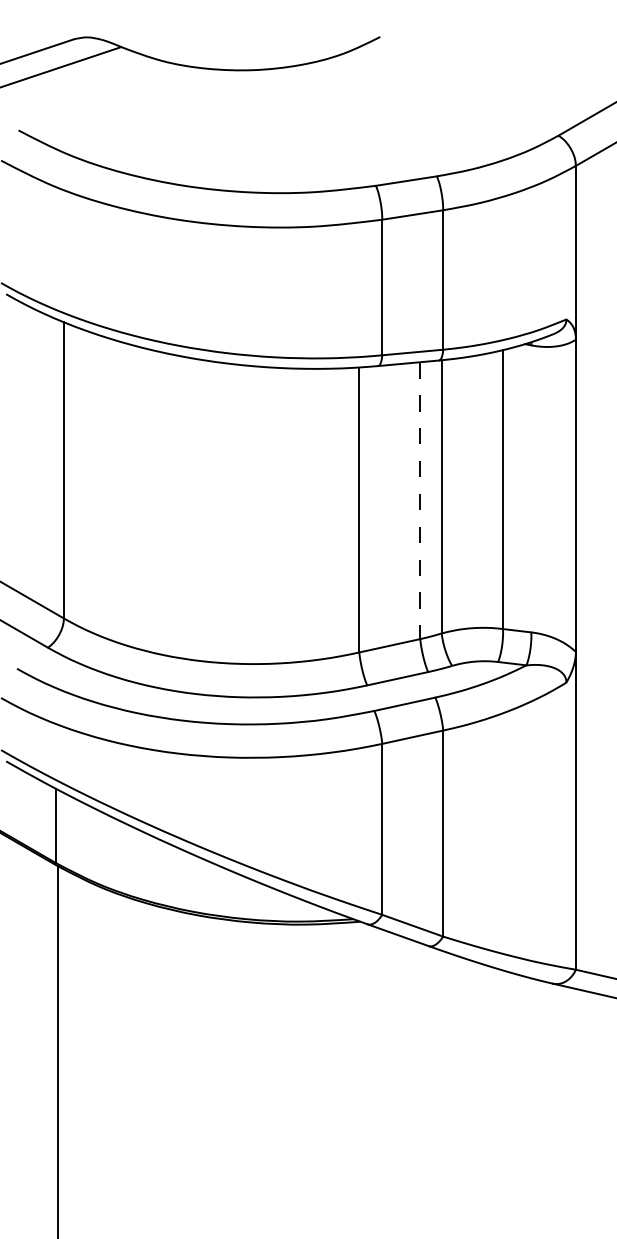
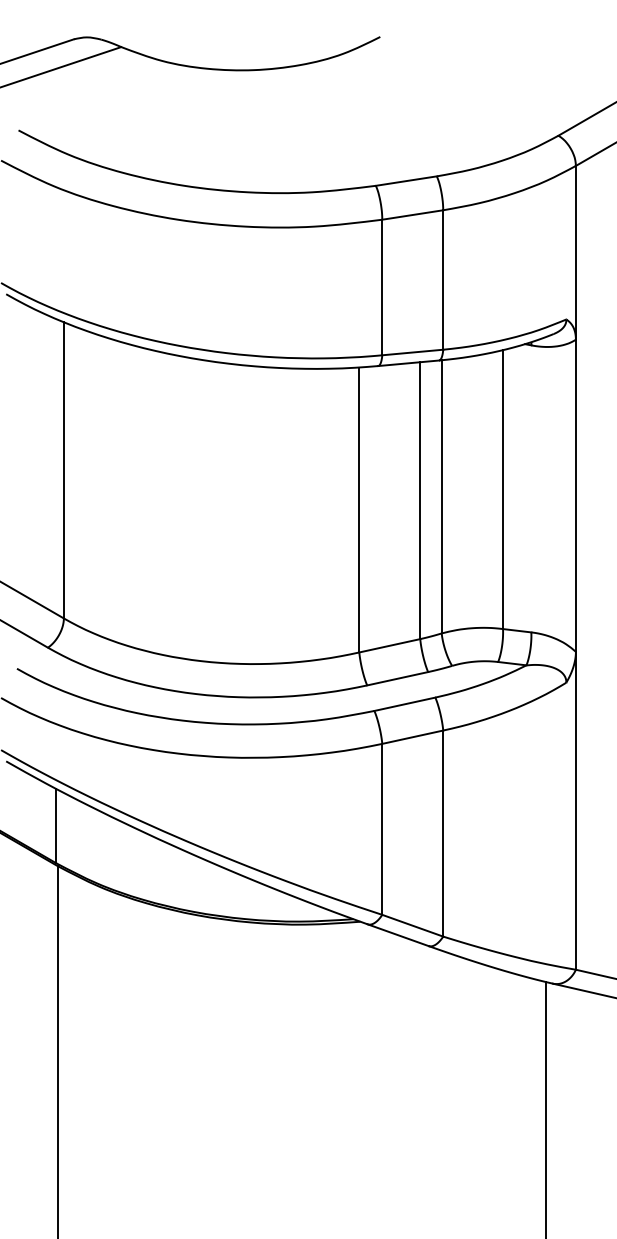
line at (420, 501): dashed -> solid
line at (546, 1108): none -> present
